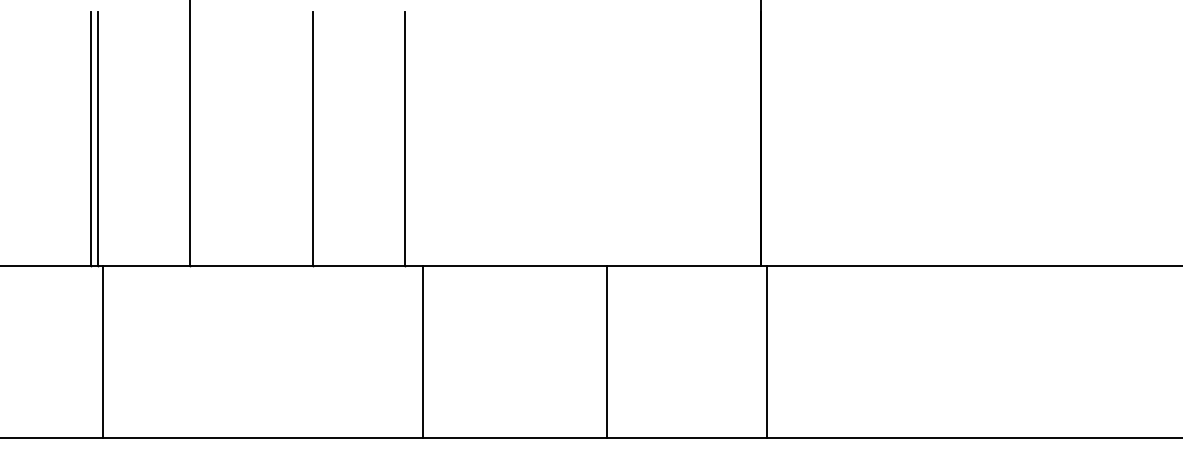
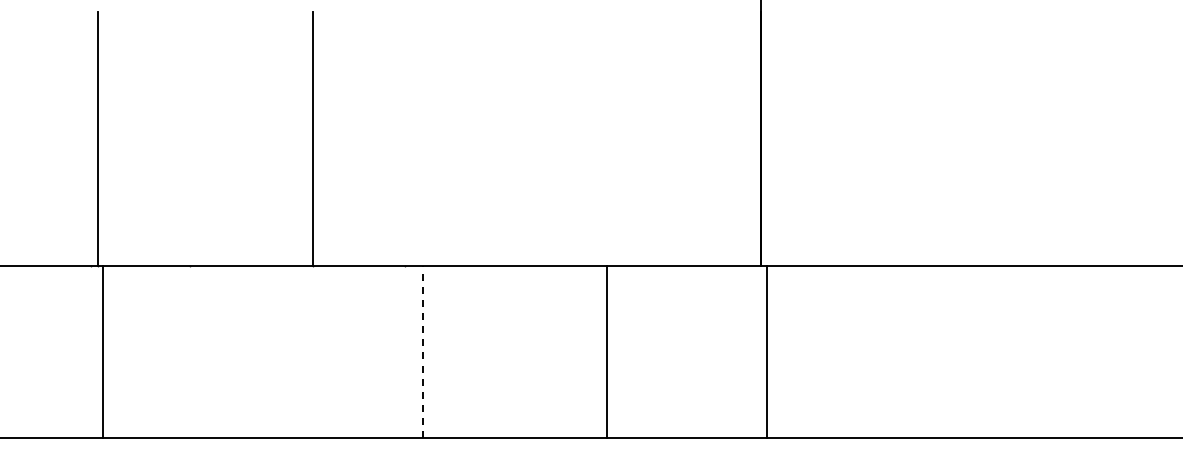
line at (190, 134): present -> none
line at (90, 138): present -> none
line at (405, 138): present -> none
line at (422, 352): solid -> dashed
